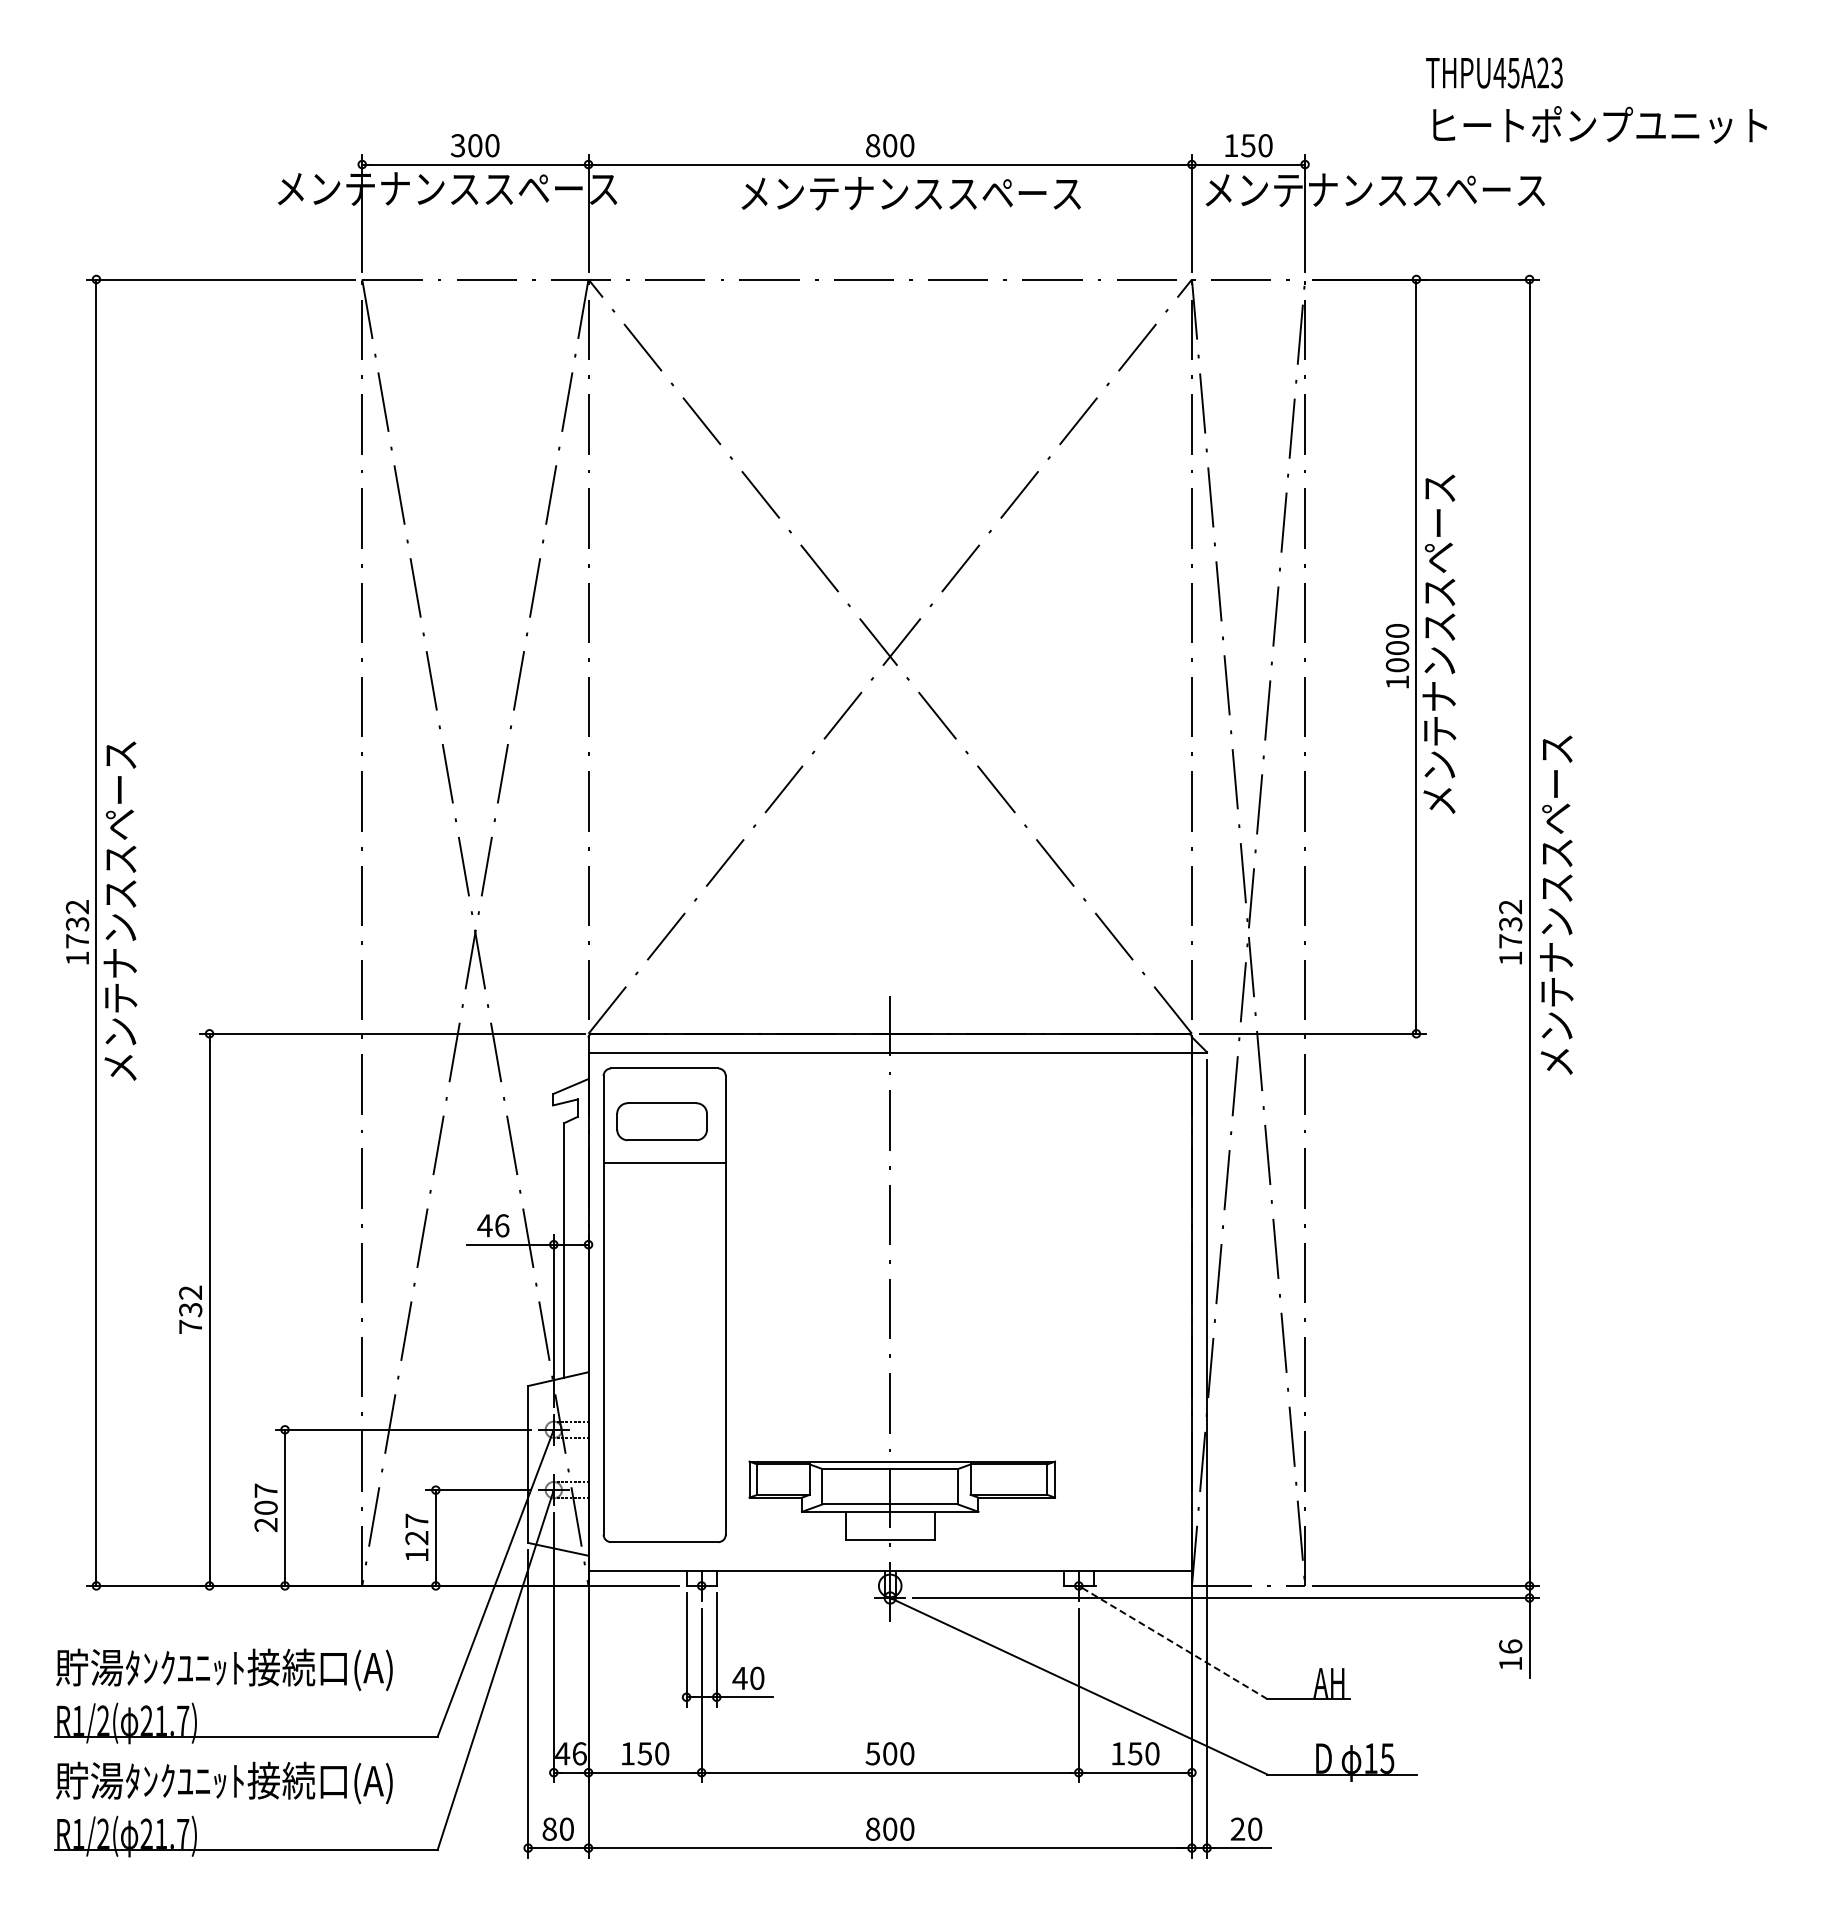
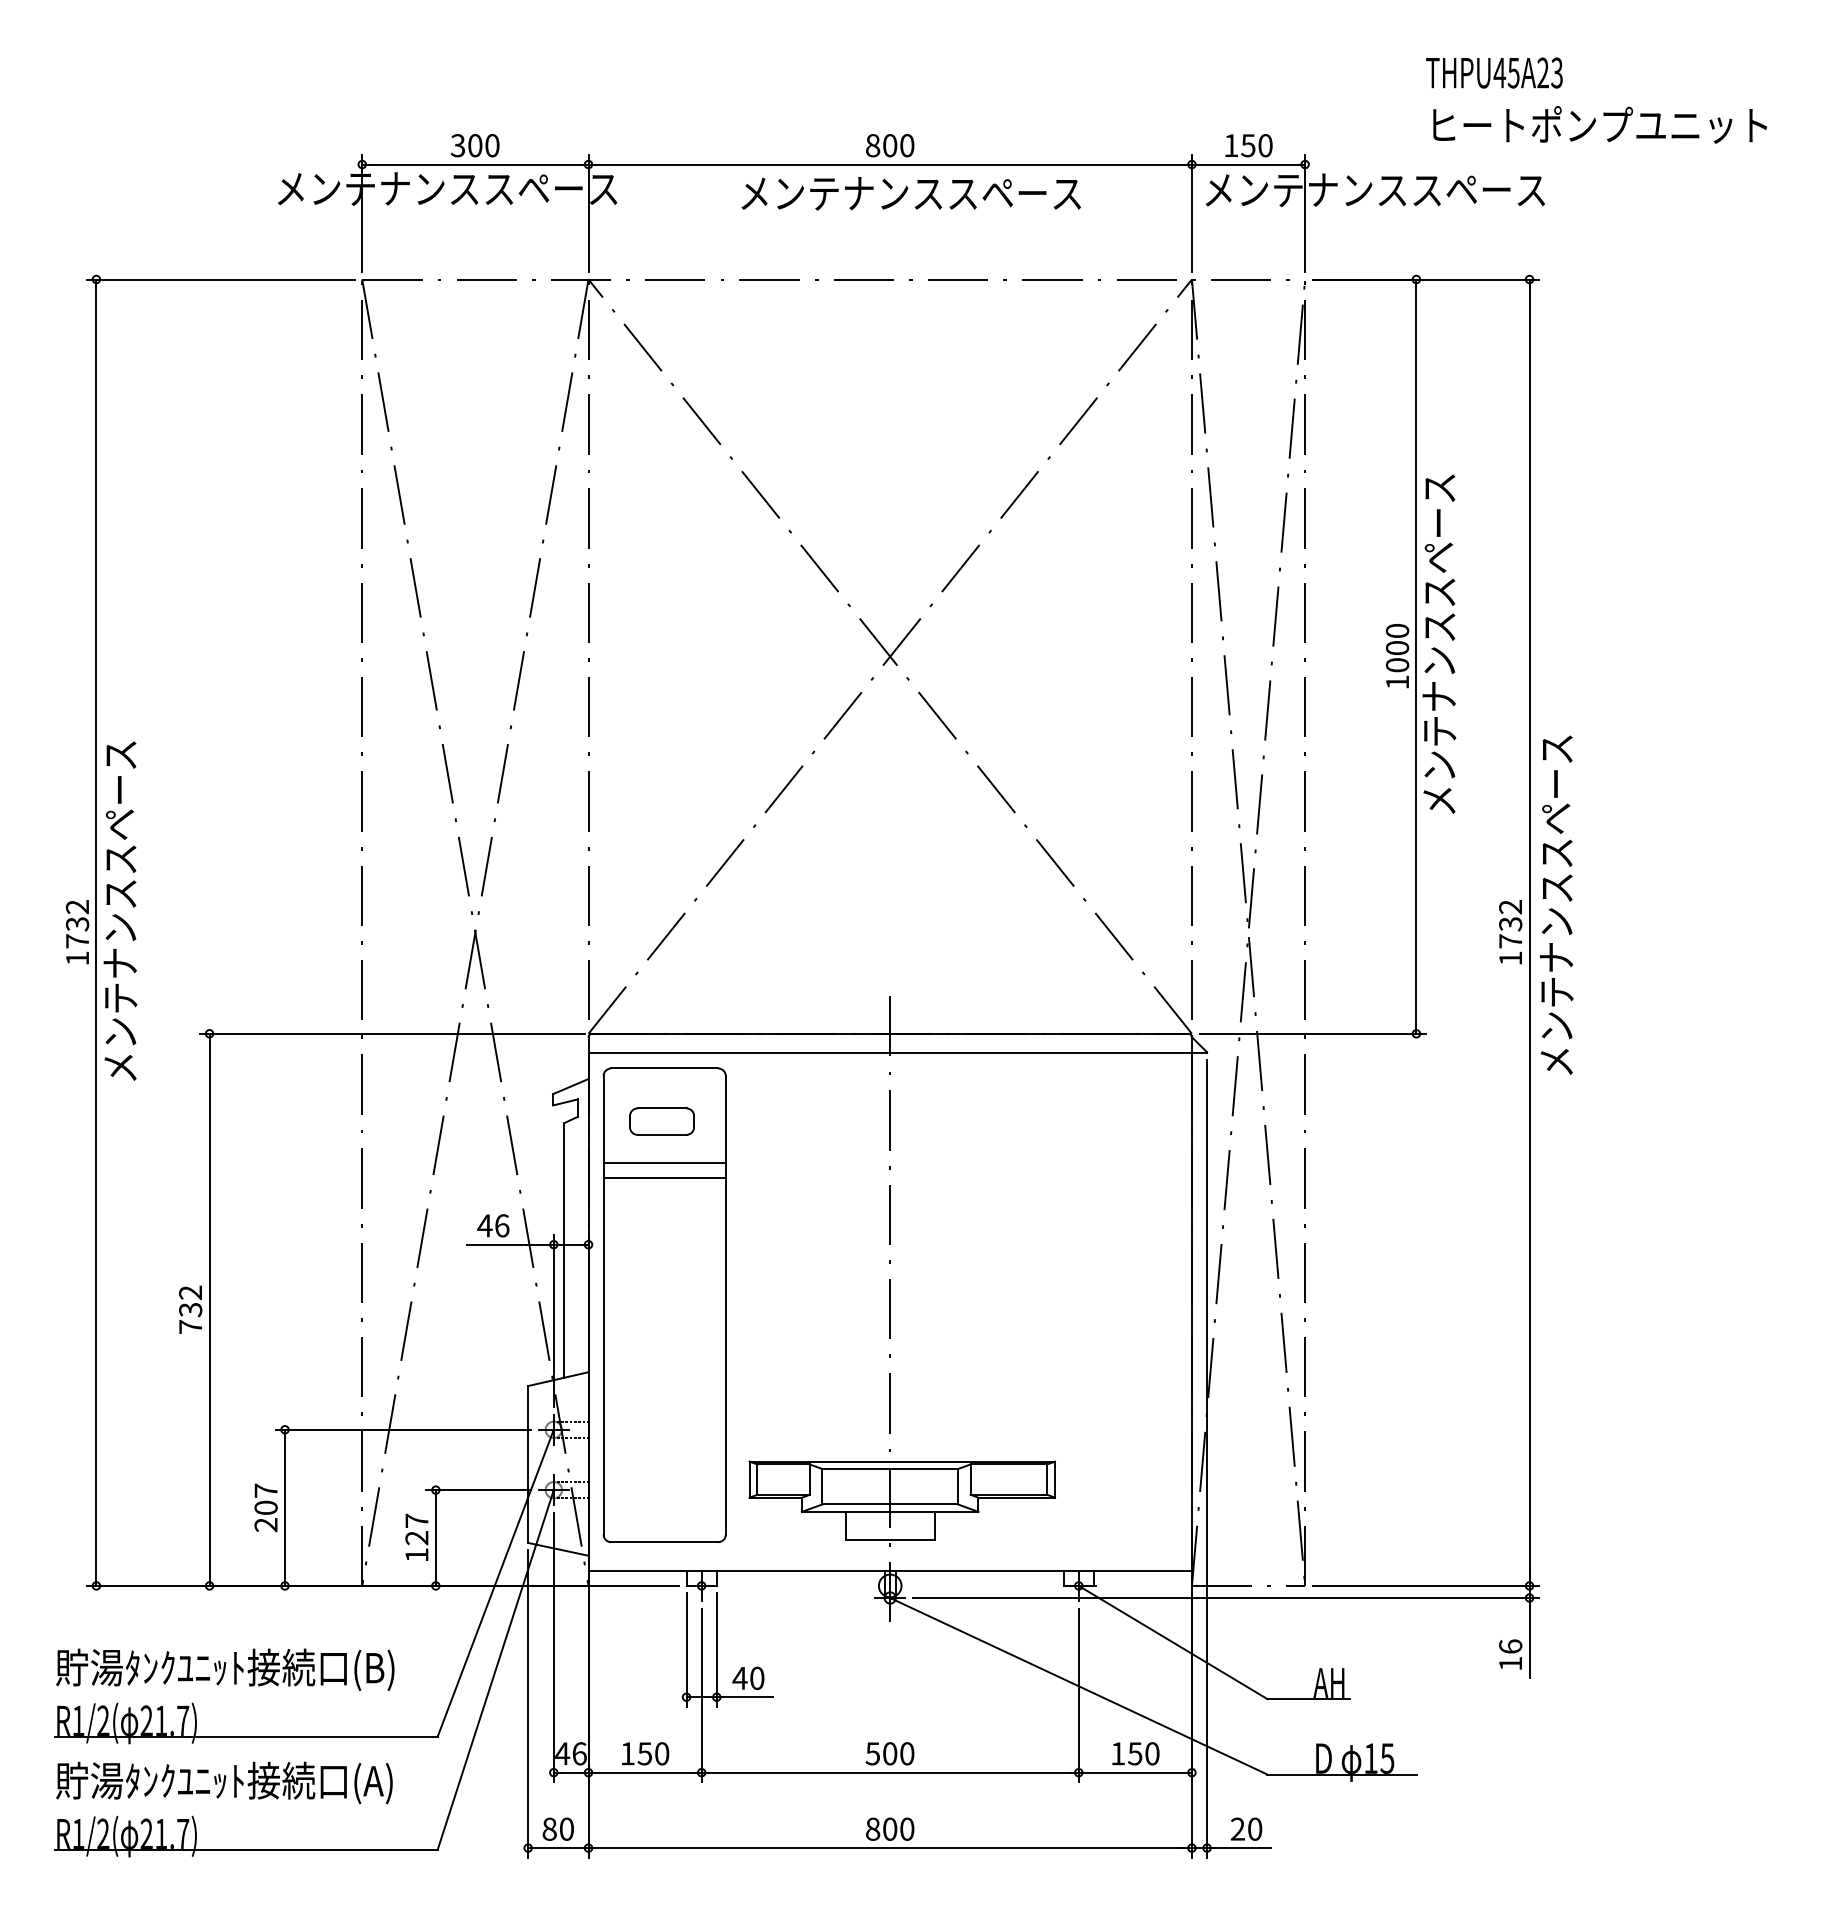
part at (661, 1121) size: 92x40 px -> 66x29 px
line at (664, 1178): none -> present
line at (1173, 1642): dashed -> solid
text at (378, 1670): 貯湯ﾀﾝｸﾕﾆｯﾄ接続口(A) -> 貯湯ﾀﾝｸﾕﾆｯﾄ接続口(B)
